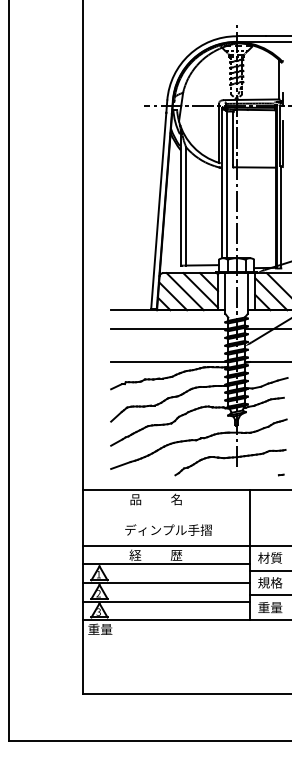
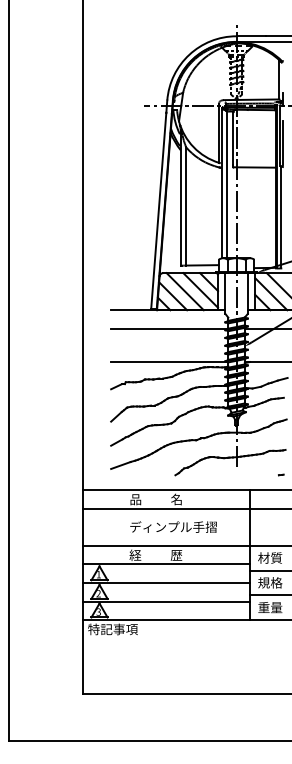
line at (185, 508): none -> present
text at (168, 529) position: (168, 529) -> (173, 526)
text at (112, 629): 重量 -> 特記事項
